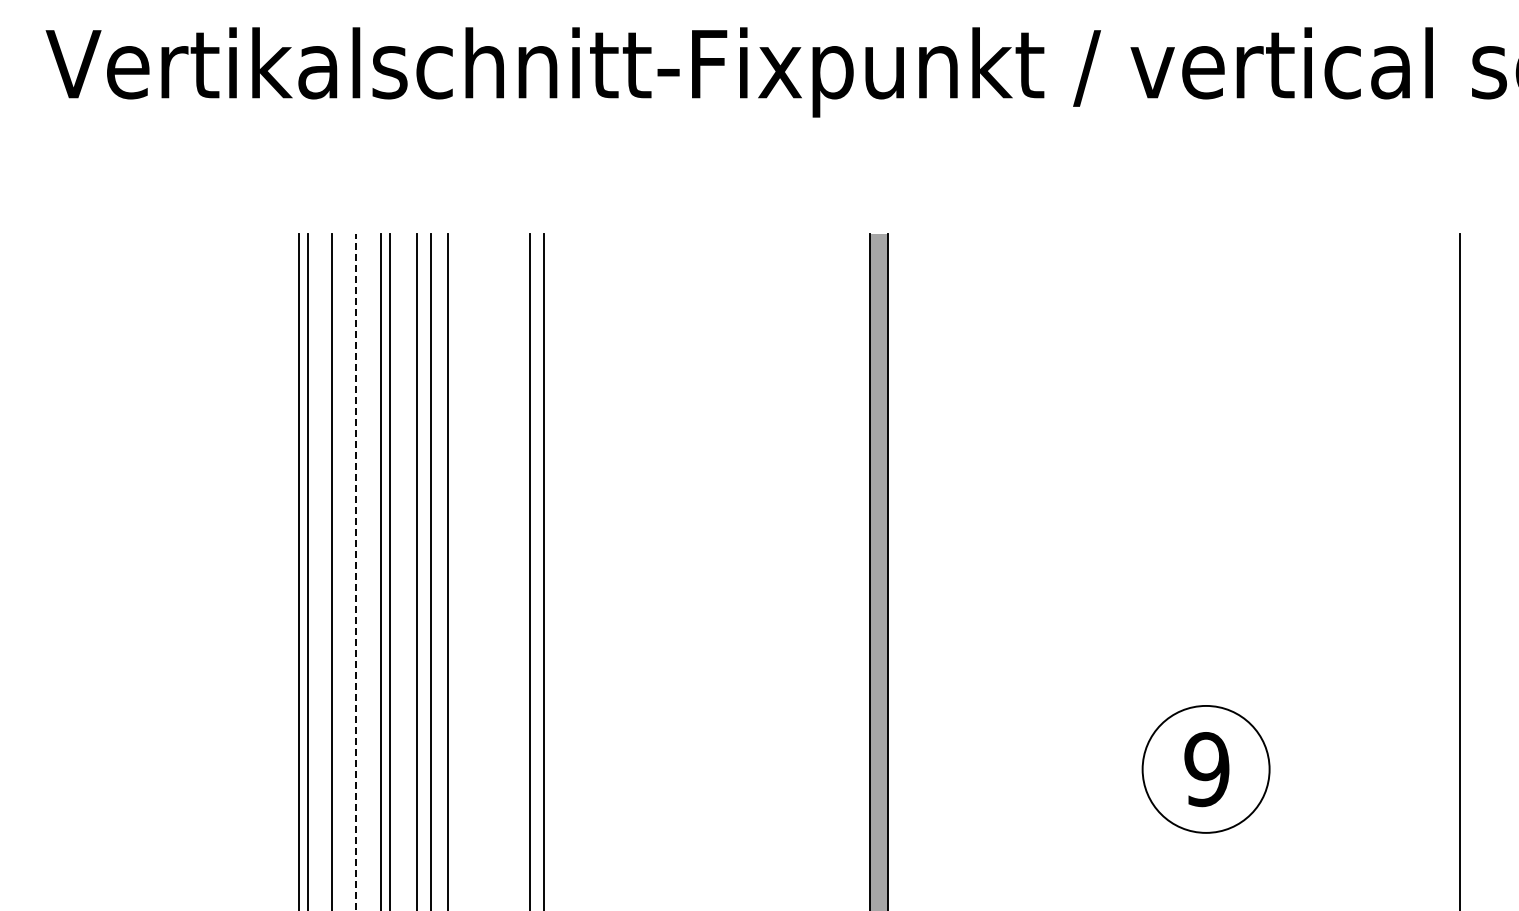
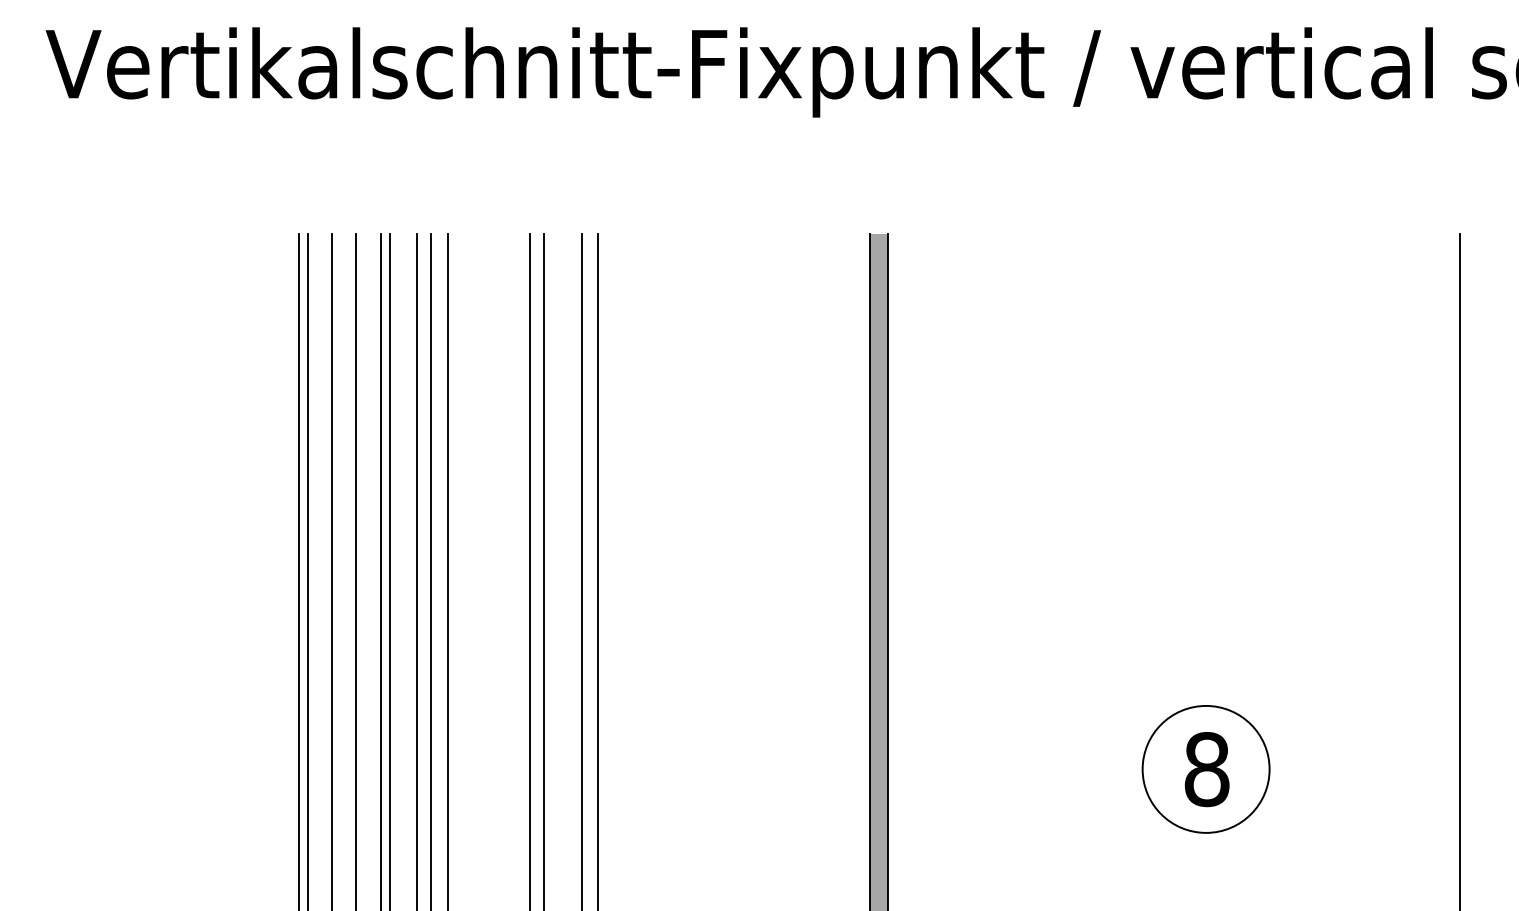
line at (581, 570): none -> present
line at (598, 570): none -> present
line at (356, 572): dashed -> solid
text at (1206, 769): 9 -> 8
